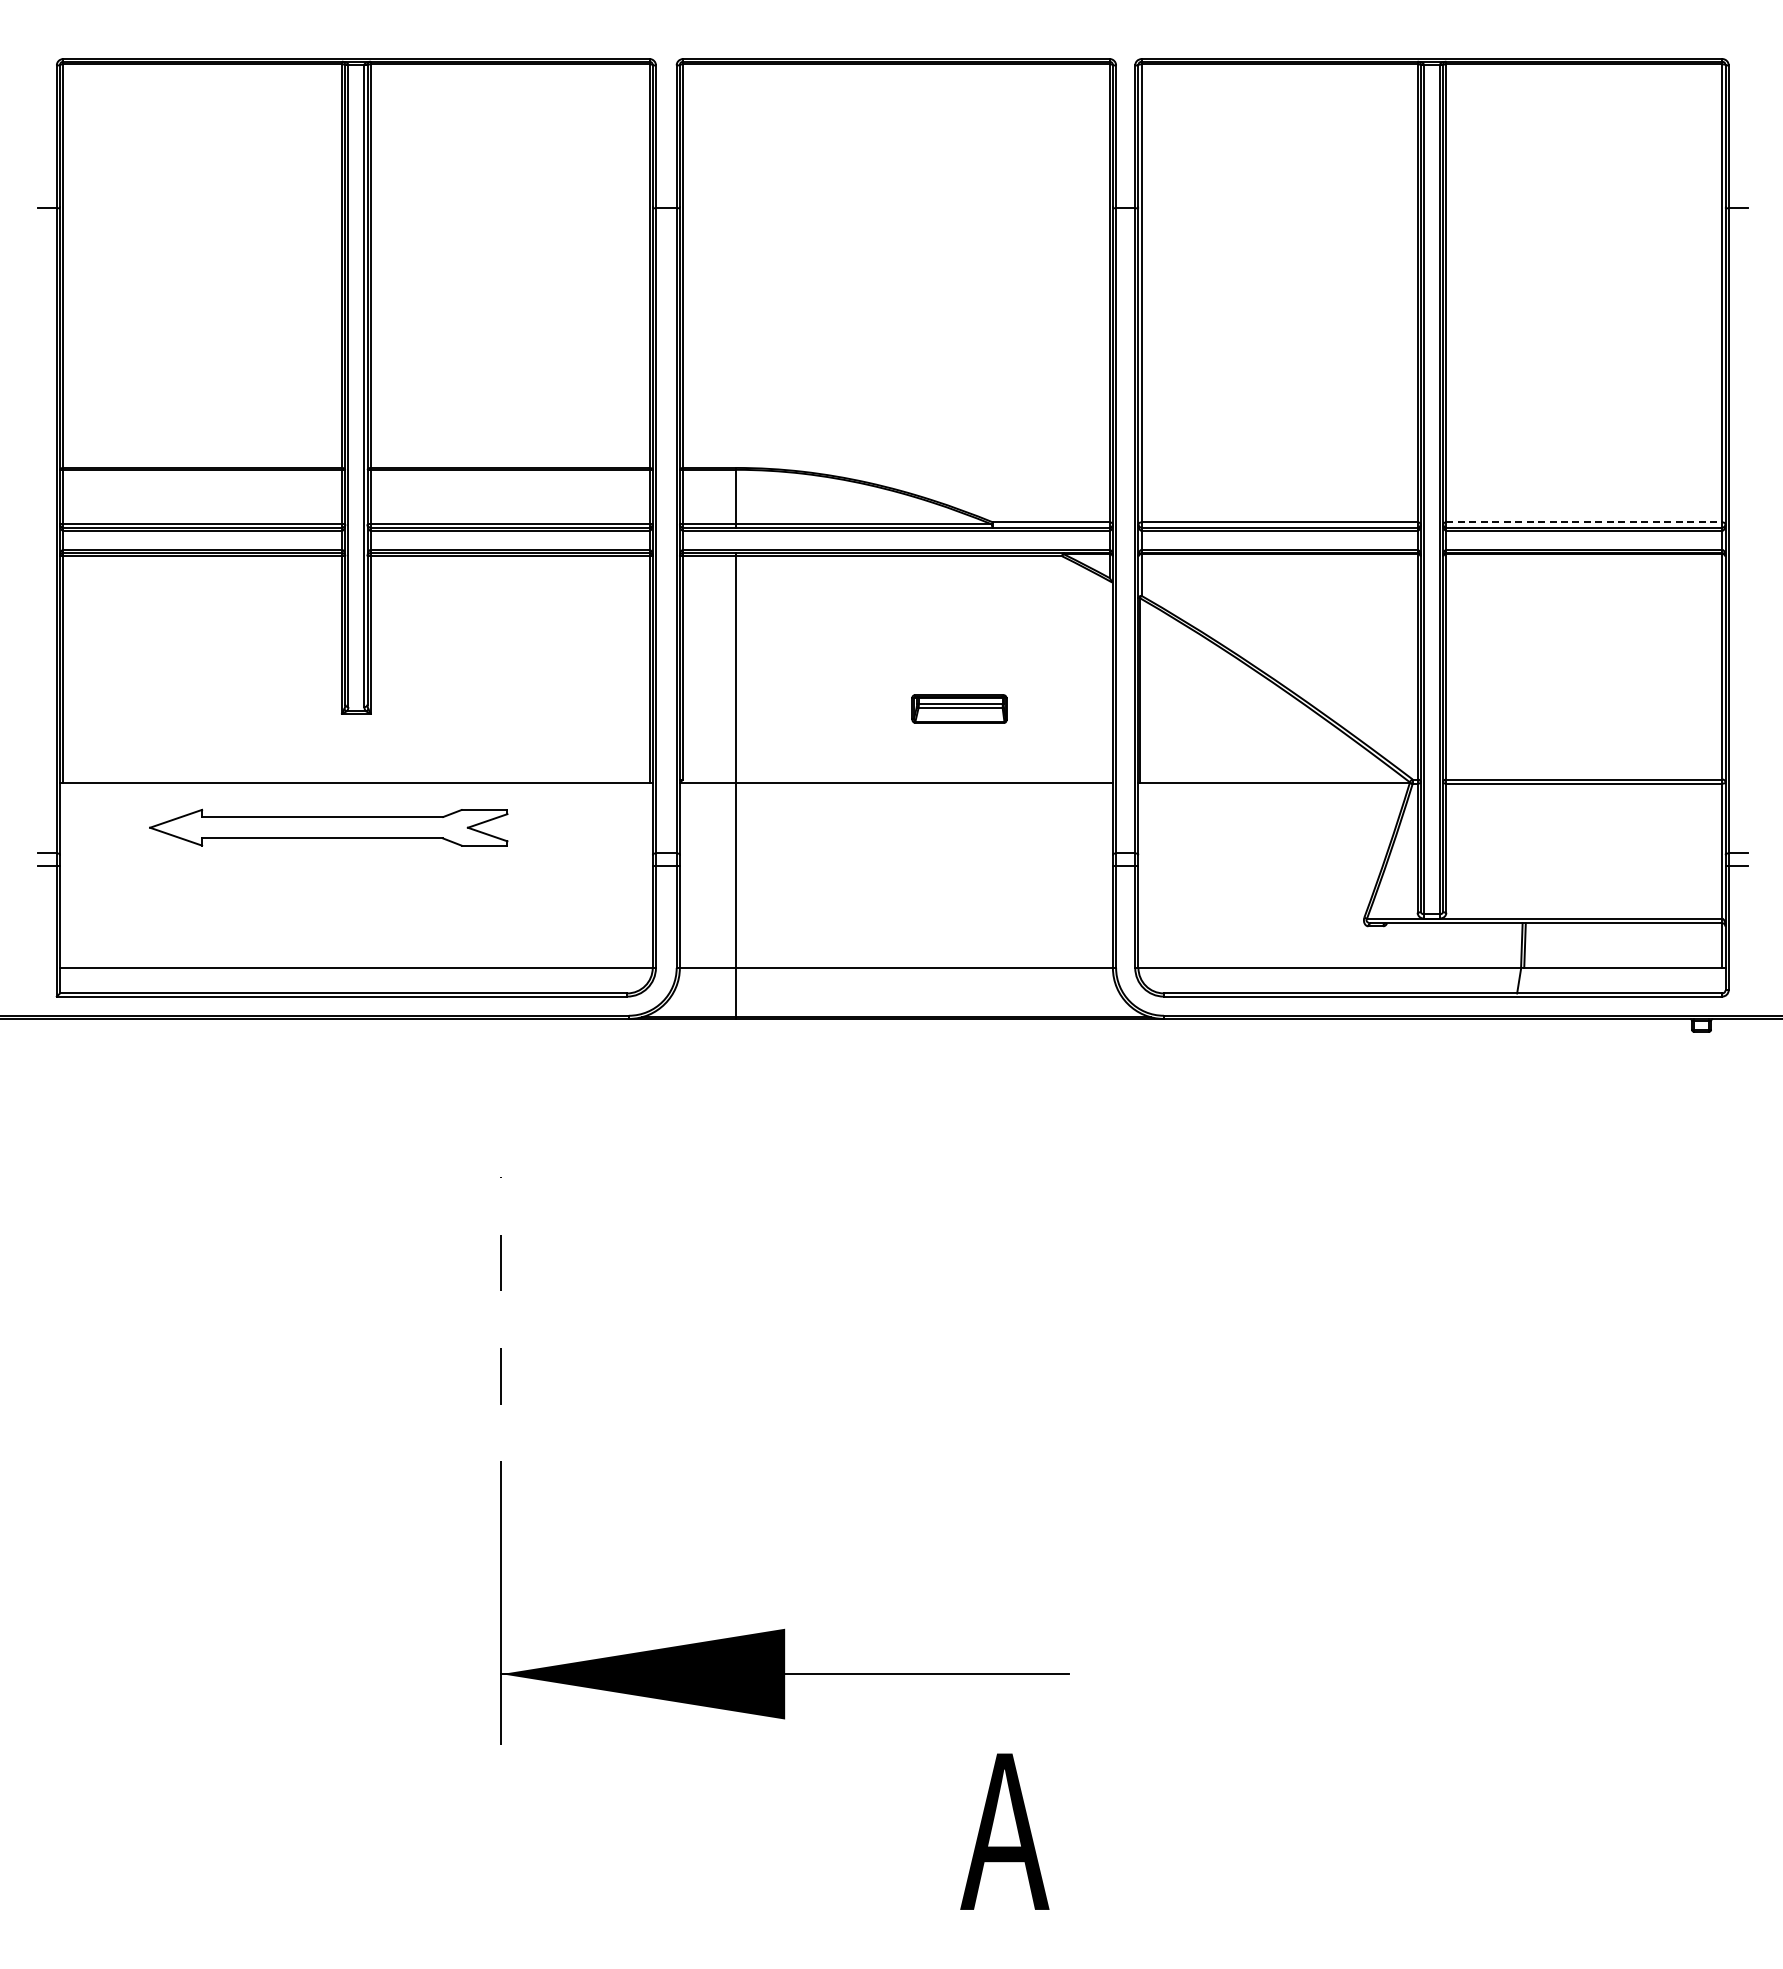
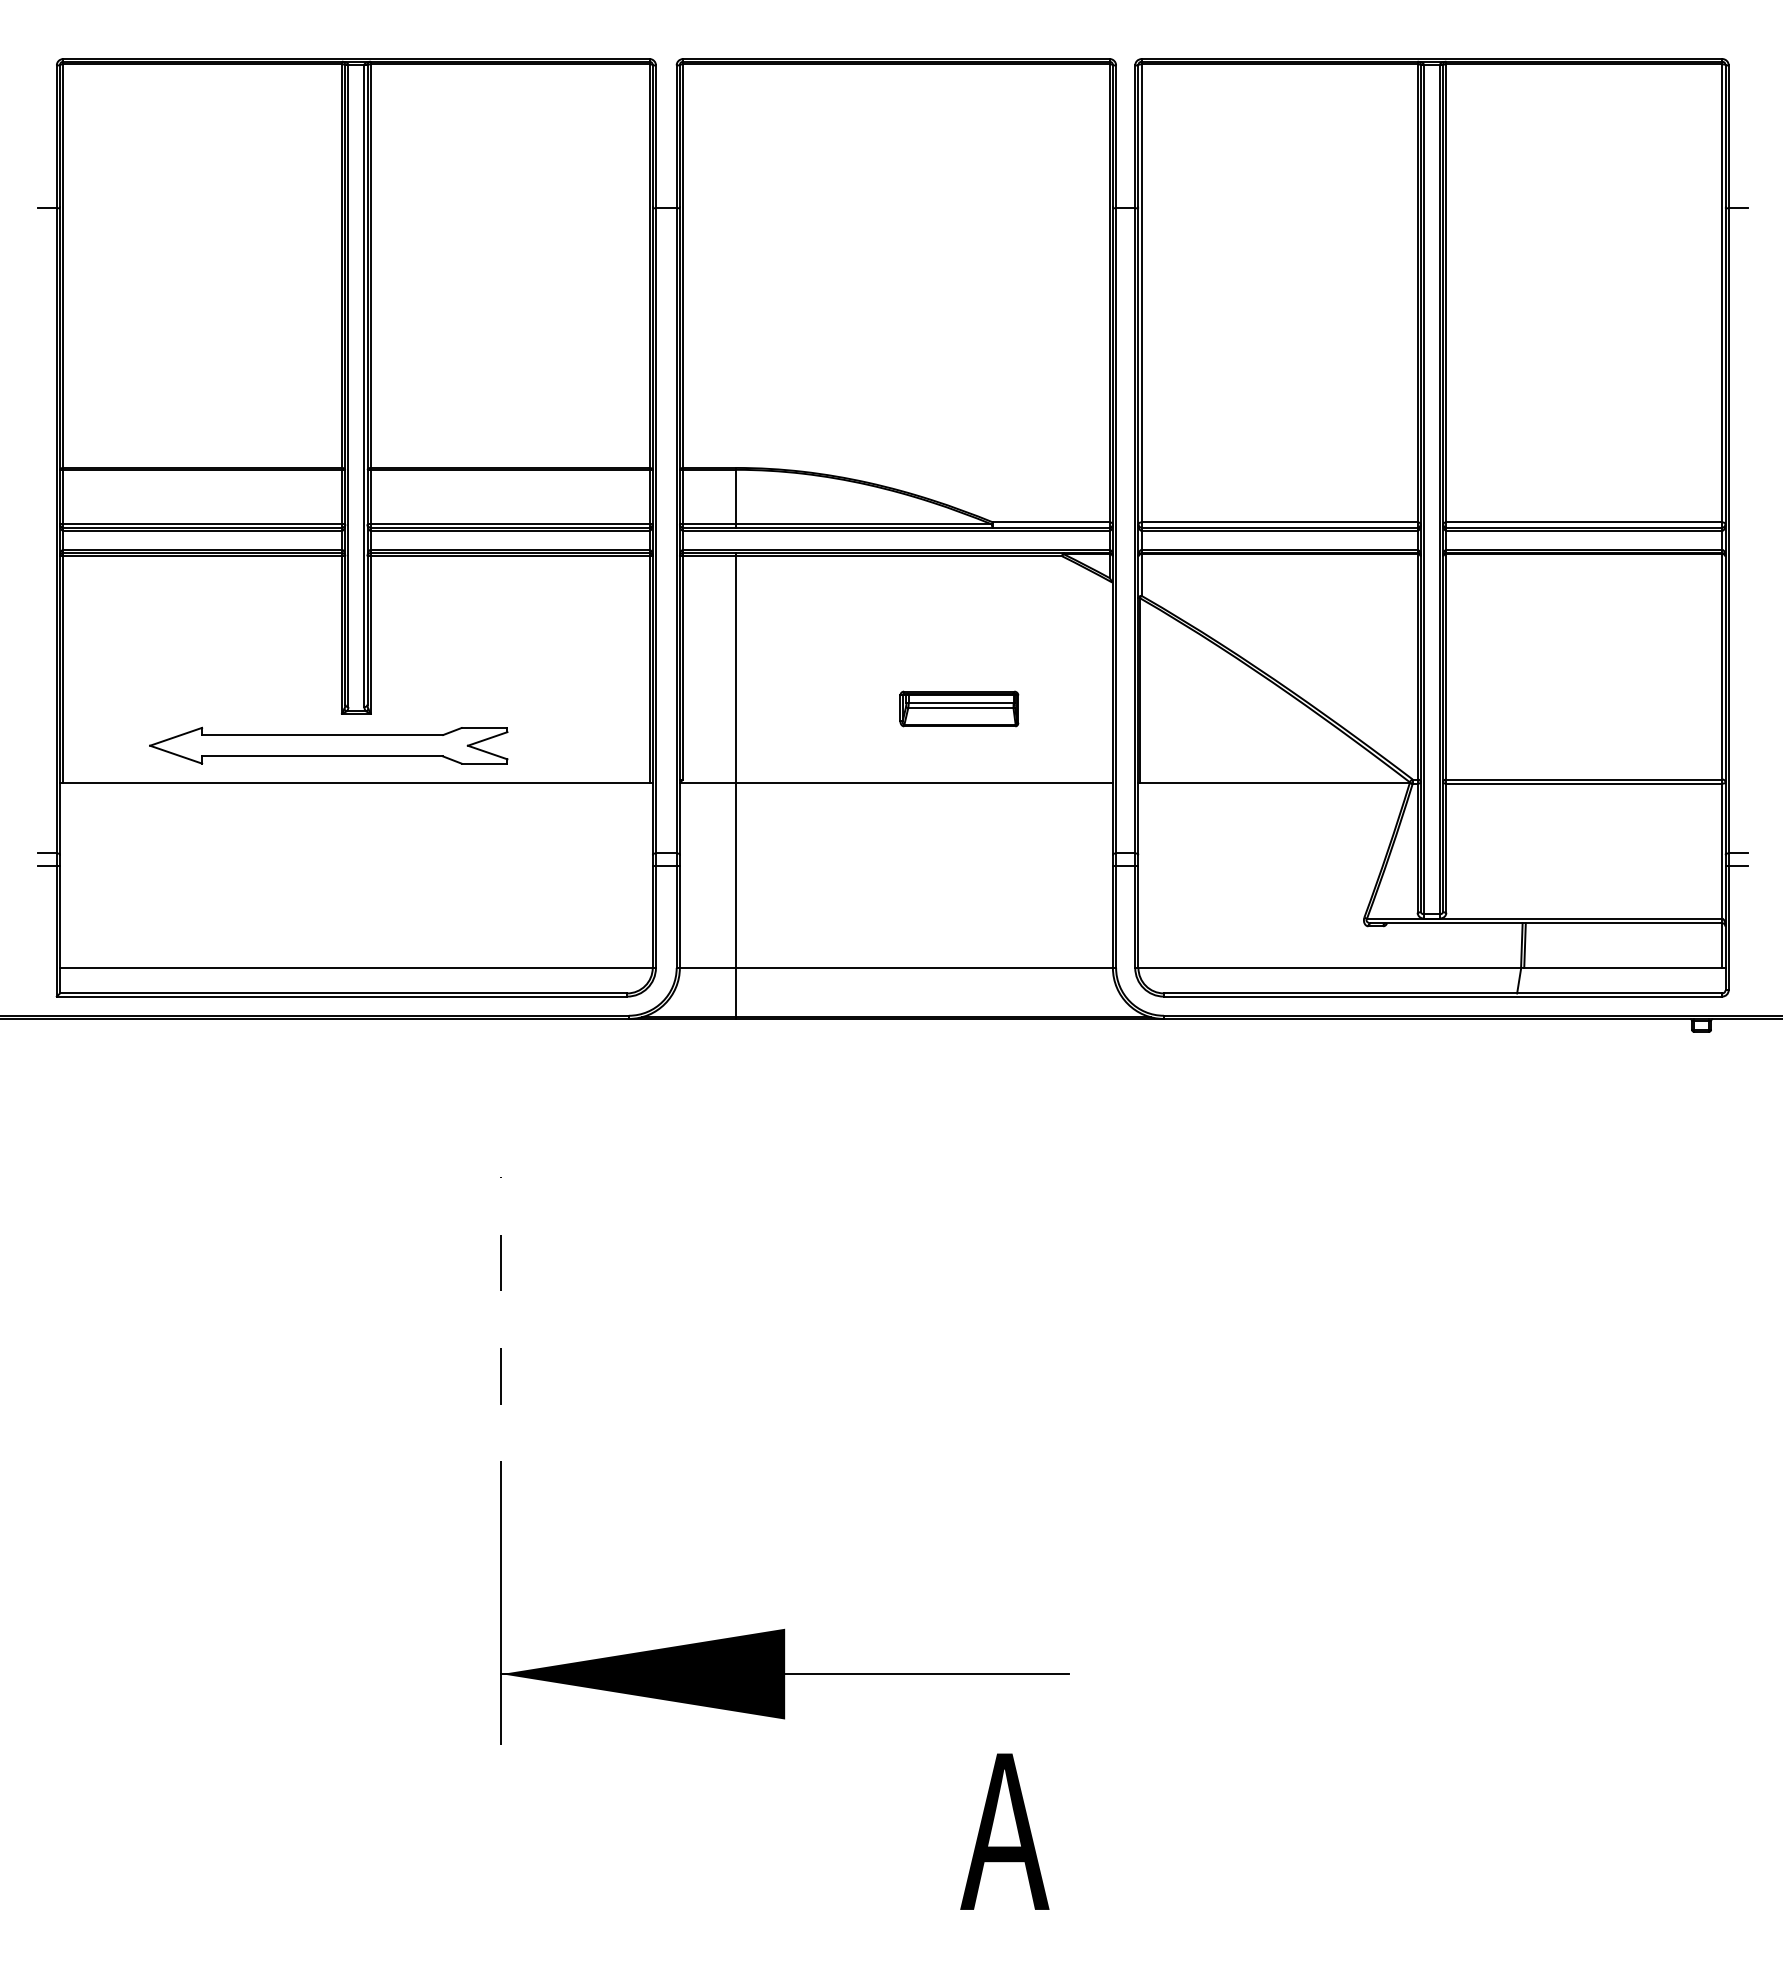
line at (1584, 522): dashed -> solid
part at (959, 708) size: 97x30 px -> 121x38 px
part at (328, 827) position: (328, 827) -> (328, 745)
